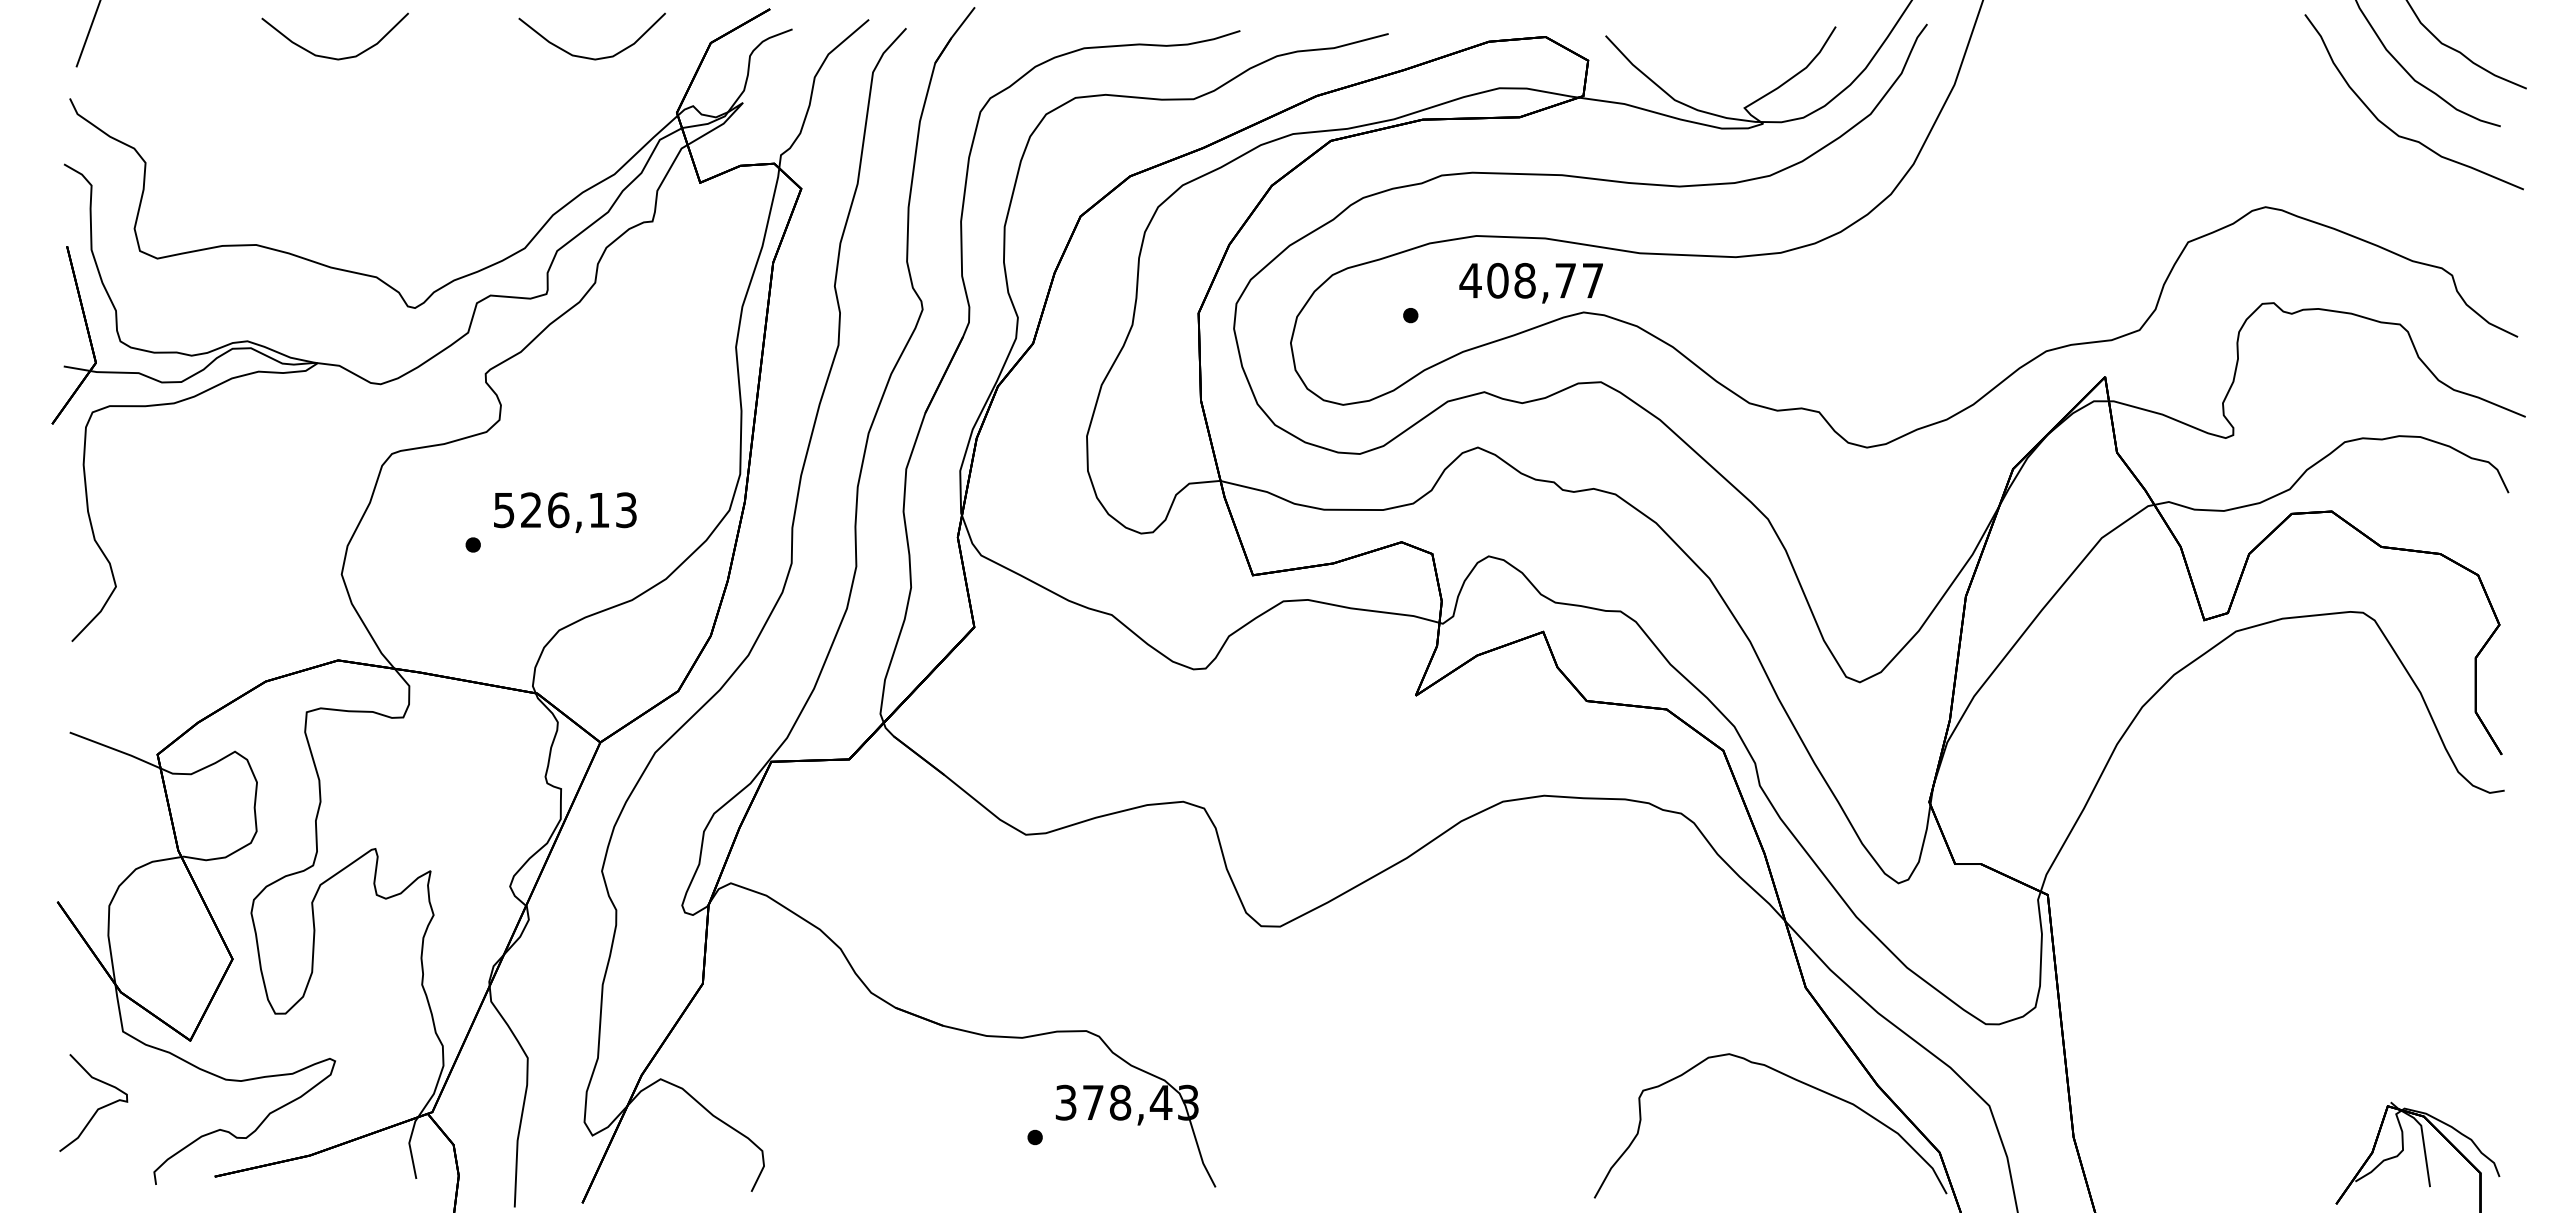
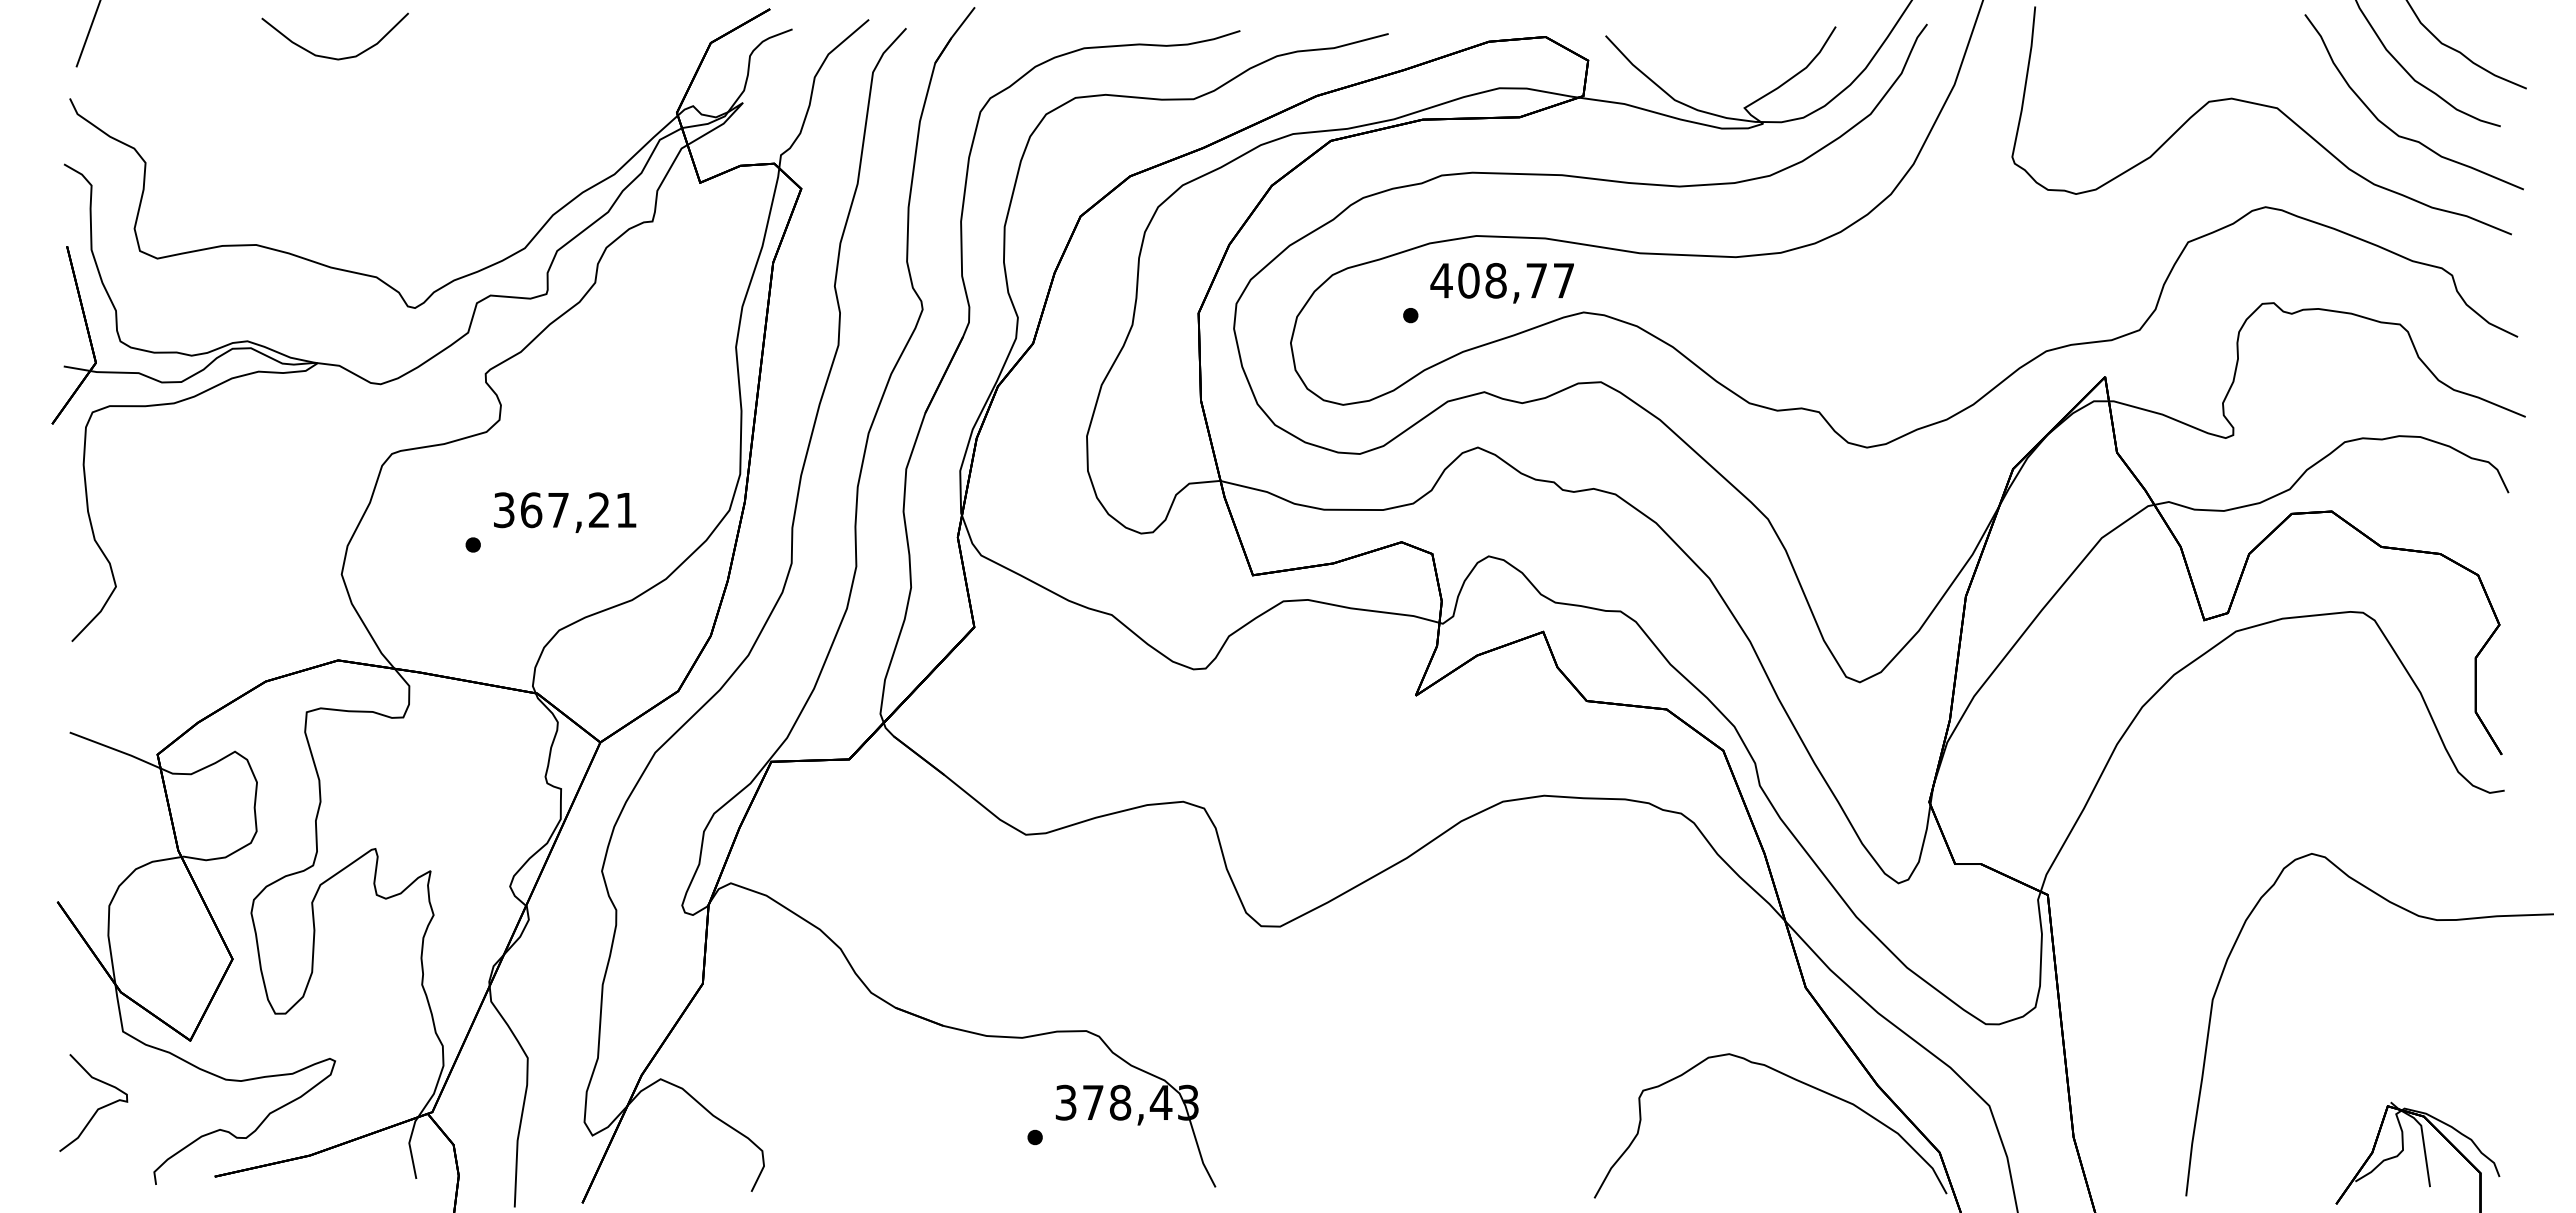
curve at (585, 56): present -> none
curve at (2263, 106): none -> present
text at (1530, 283) position: (1530, 283) -> (1501, 283)
text at (565, 510): 526,13 -> 367,21
curve at (2419, 917): none -> present
